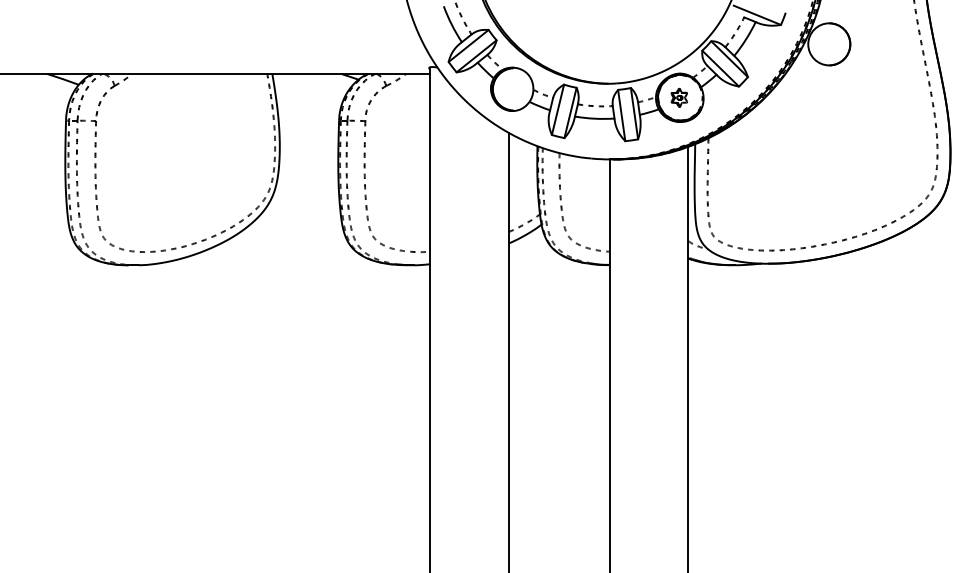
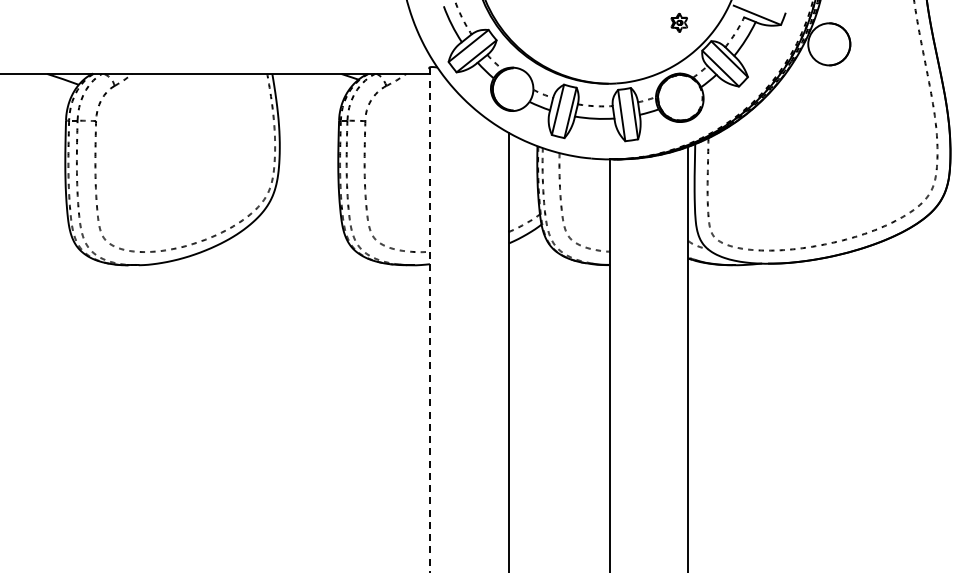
part at (678, 97) position: (678, 97) -> (678, 22)
line at (430, 321): solid -> dashed
